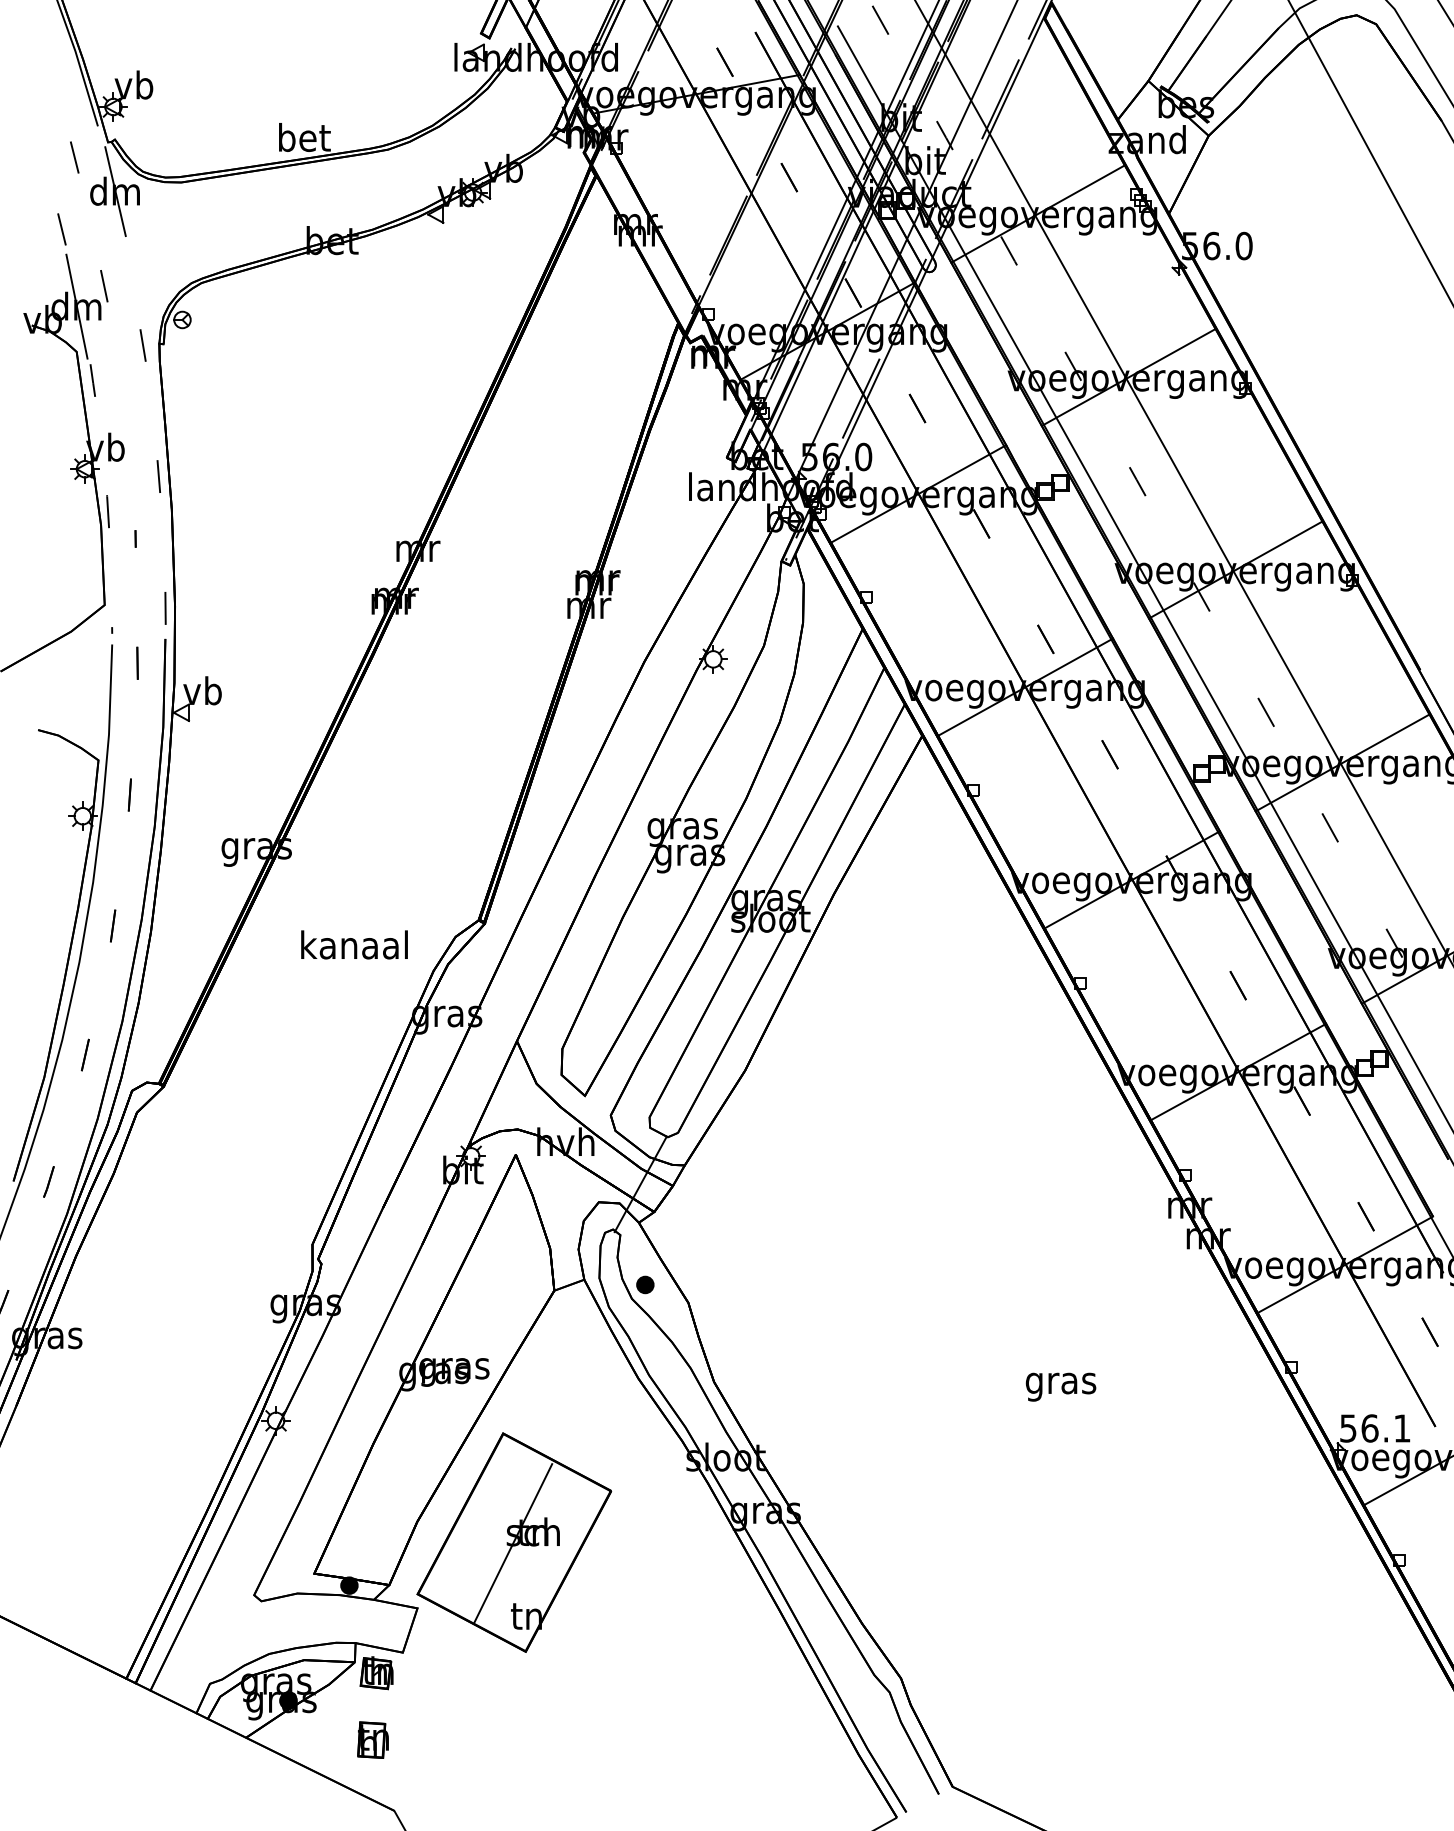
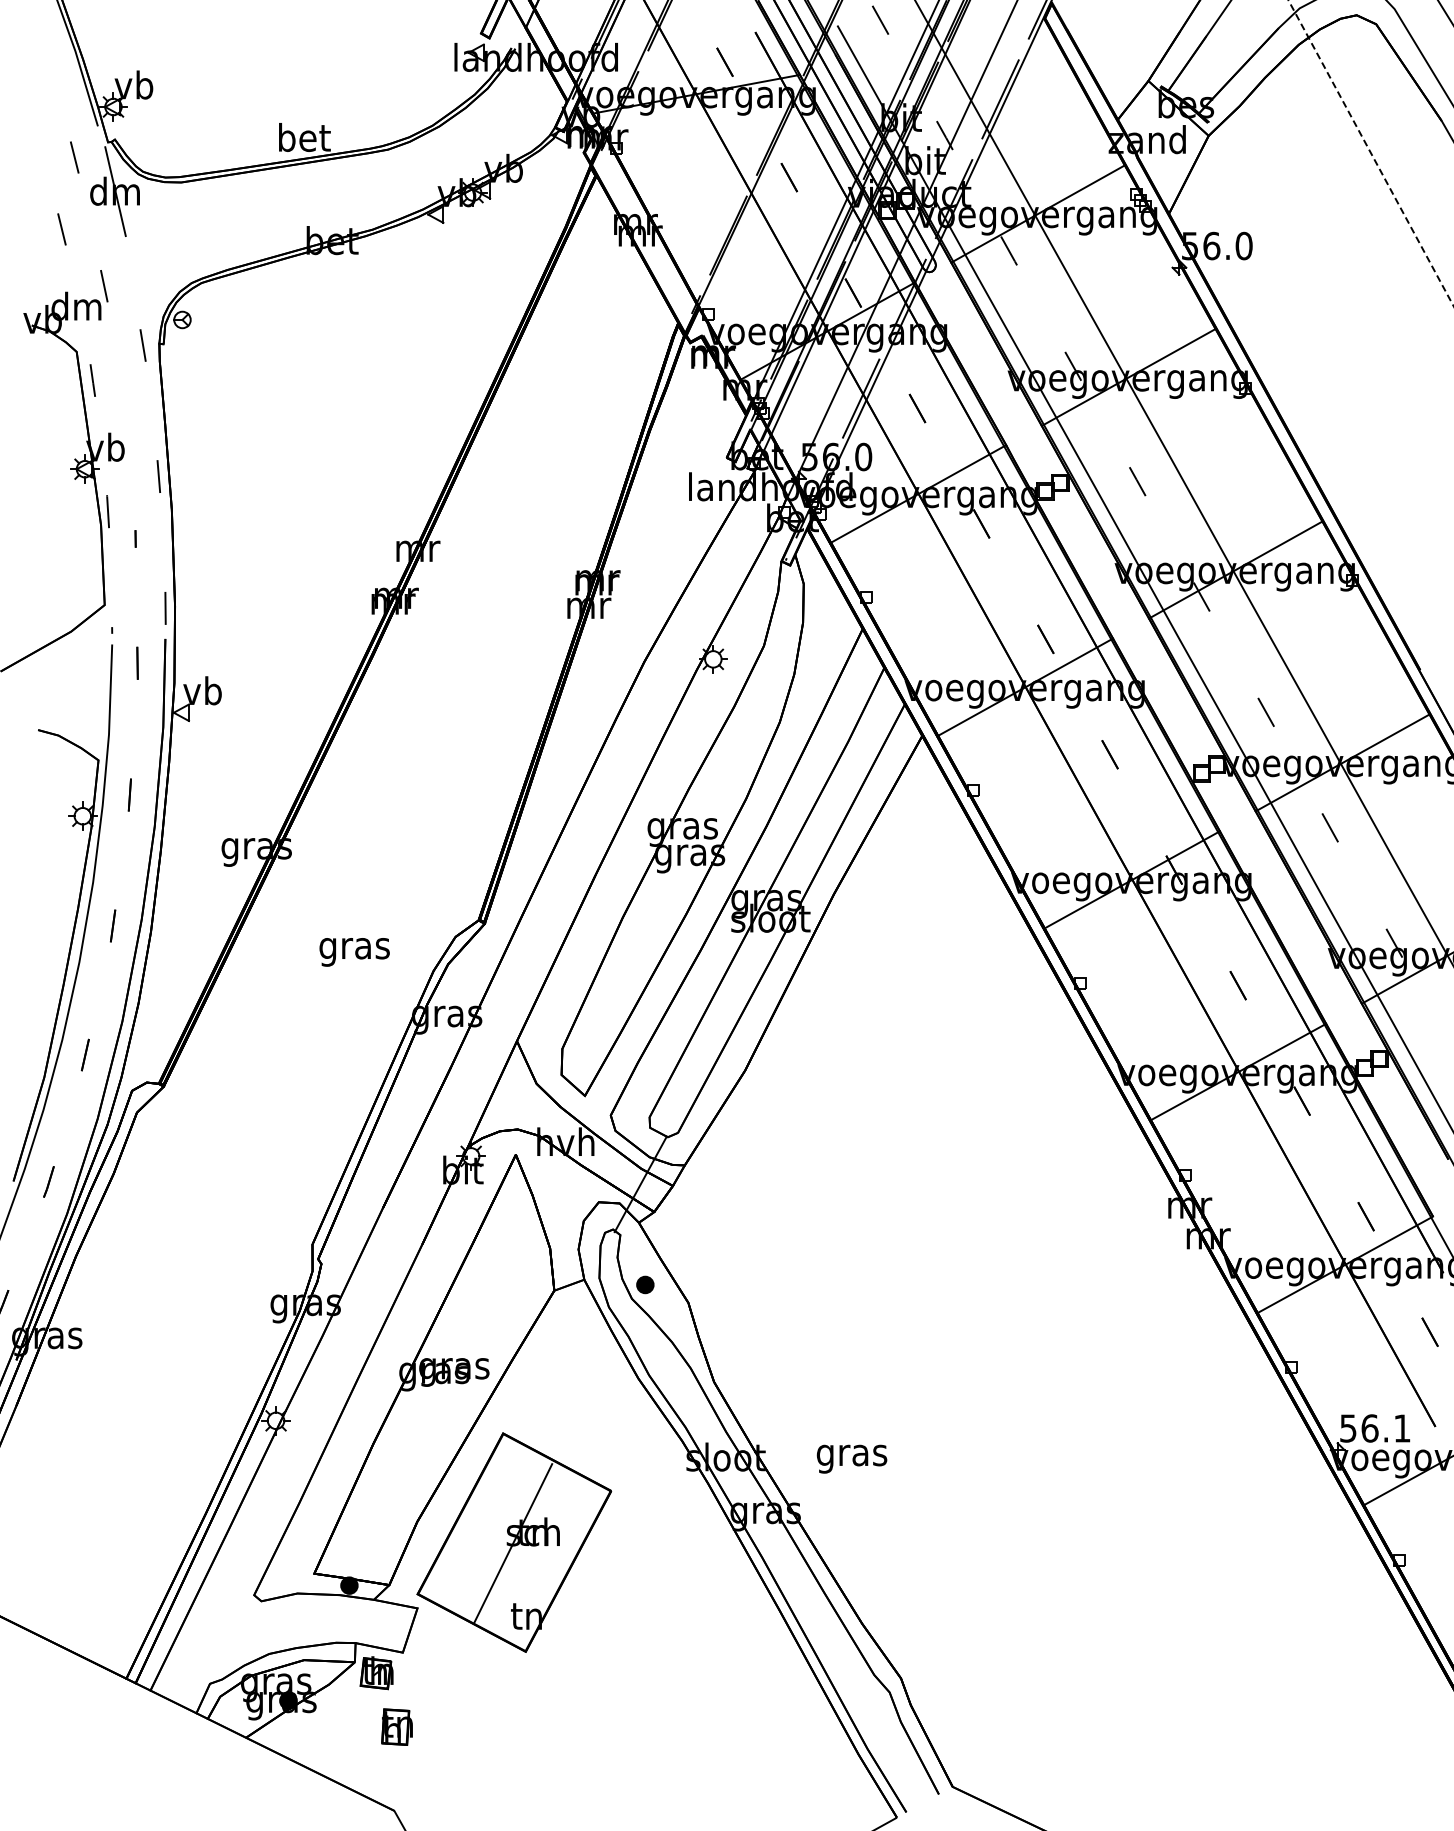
line at (1371, 153): solid -> dashed
line at (76, 306): present -> none
text at (354, 948): kanaal -> gras
text at (1060, 1386) position: (1060, 1386) -> (851, 1458)
part at (372, 1739) position: (372, 1739) -> (396, 1726)
